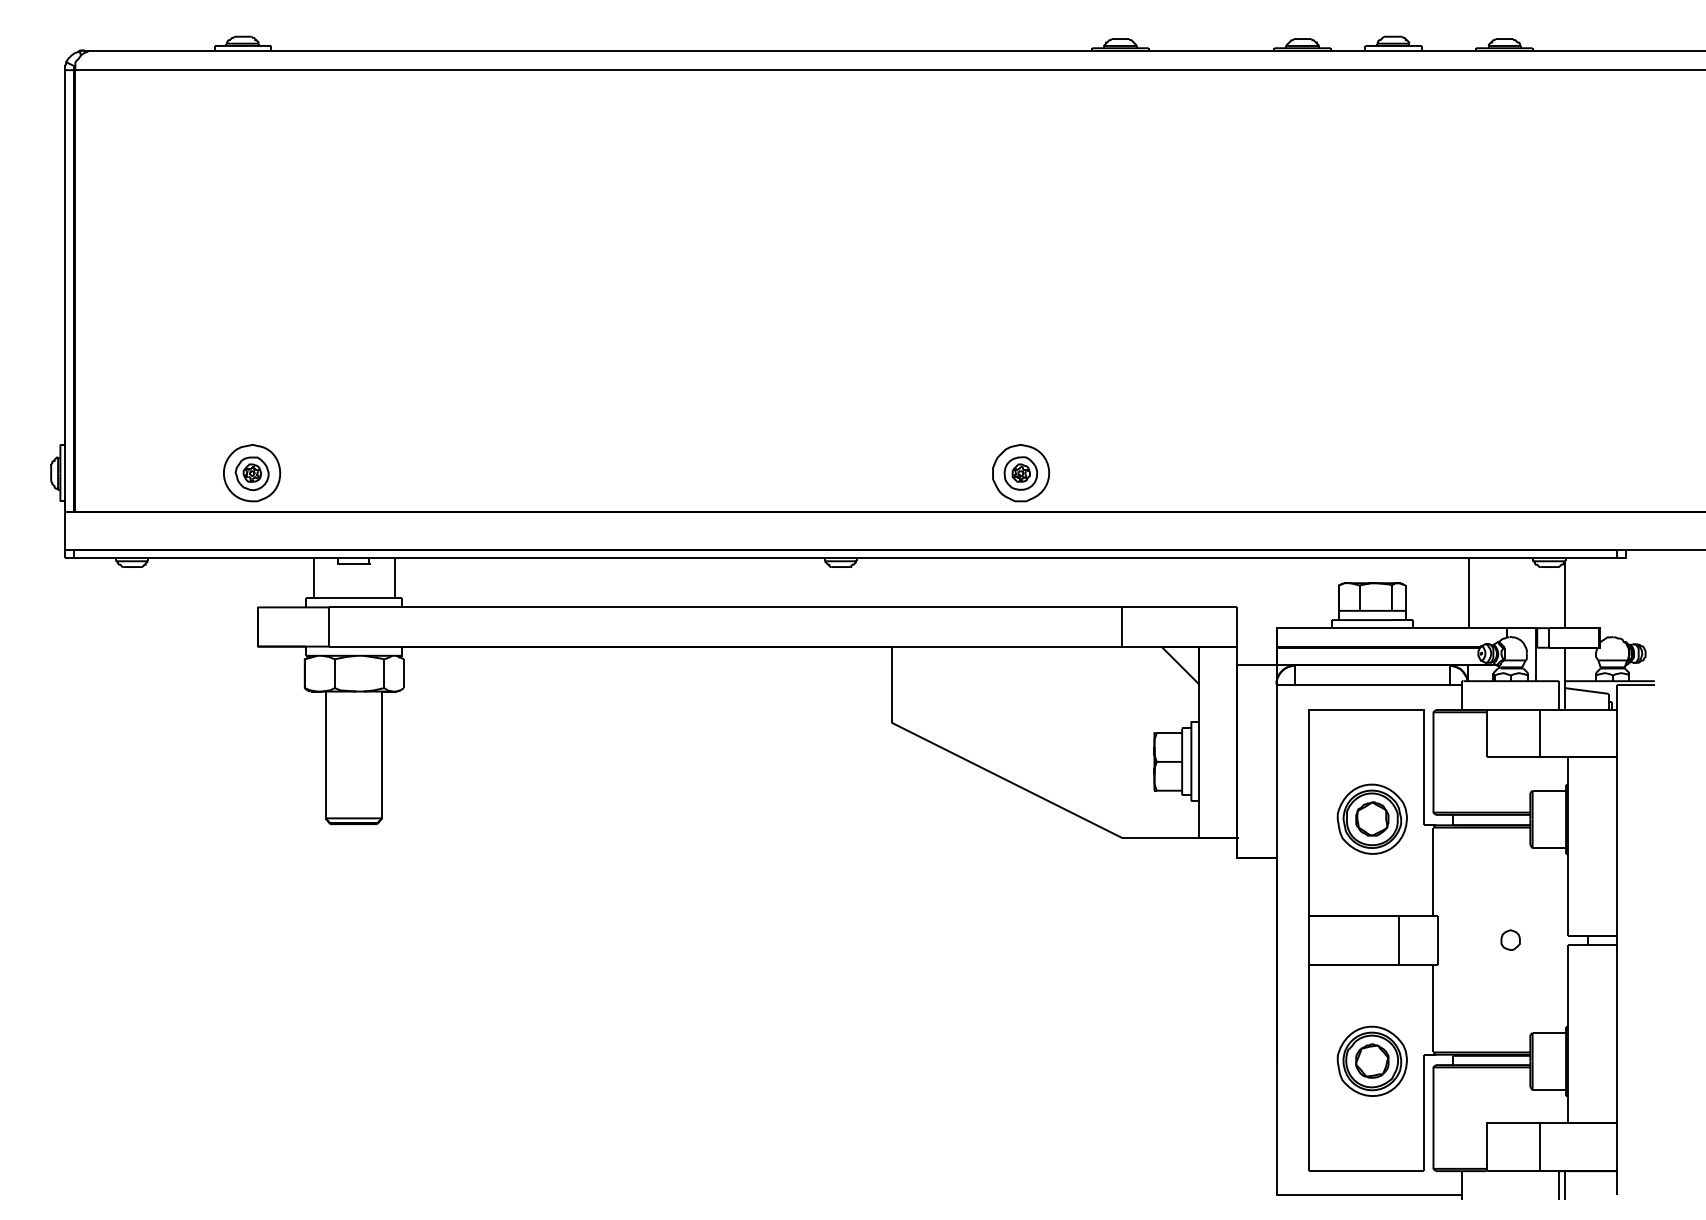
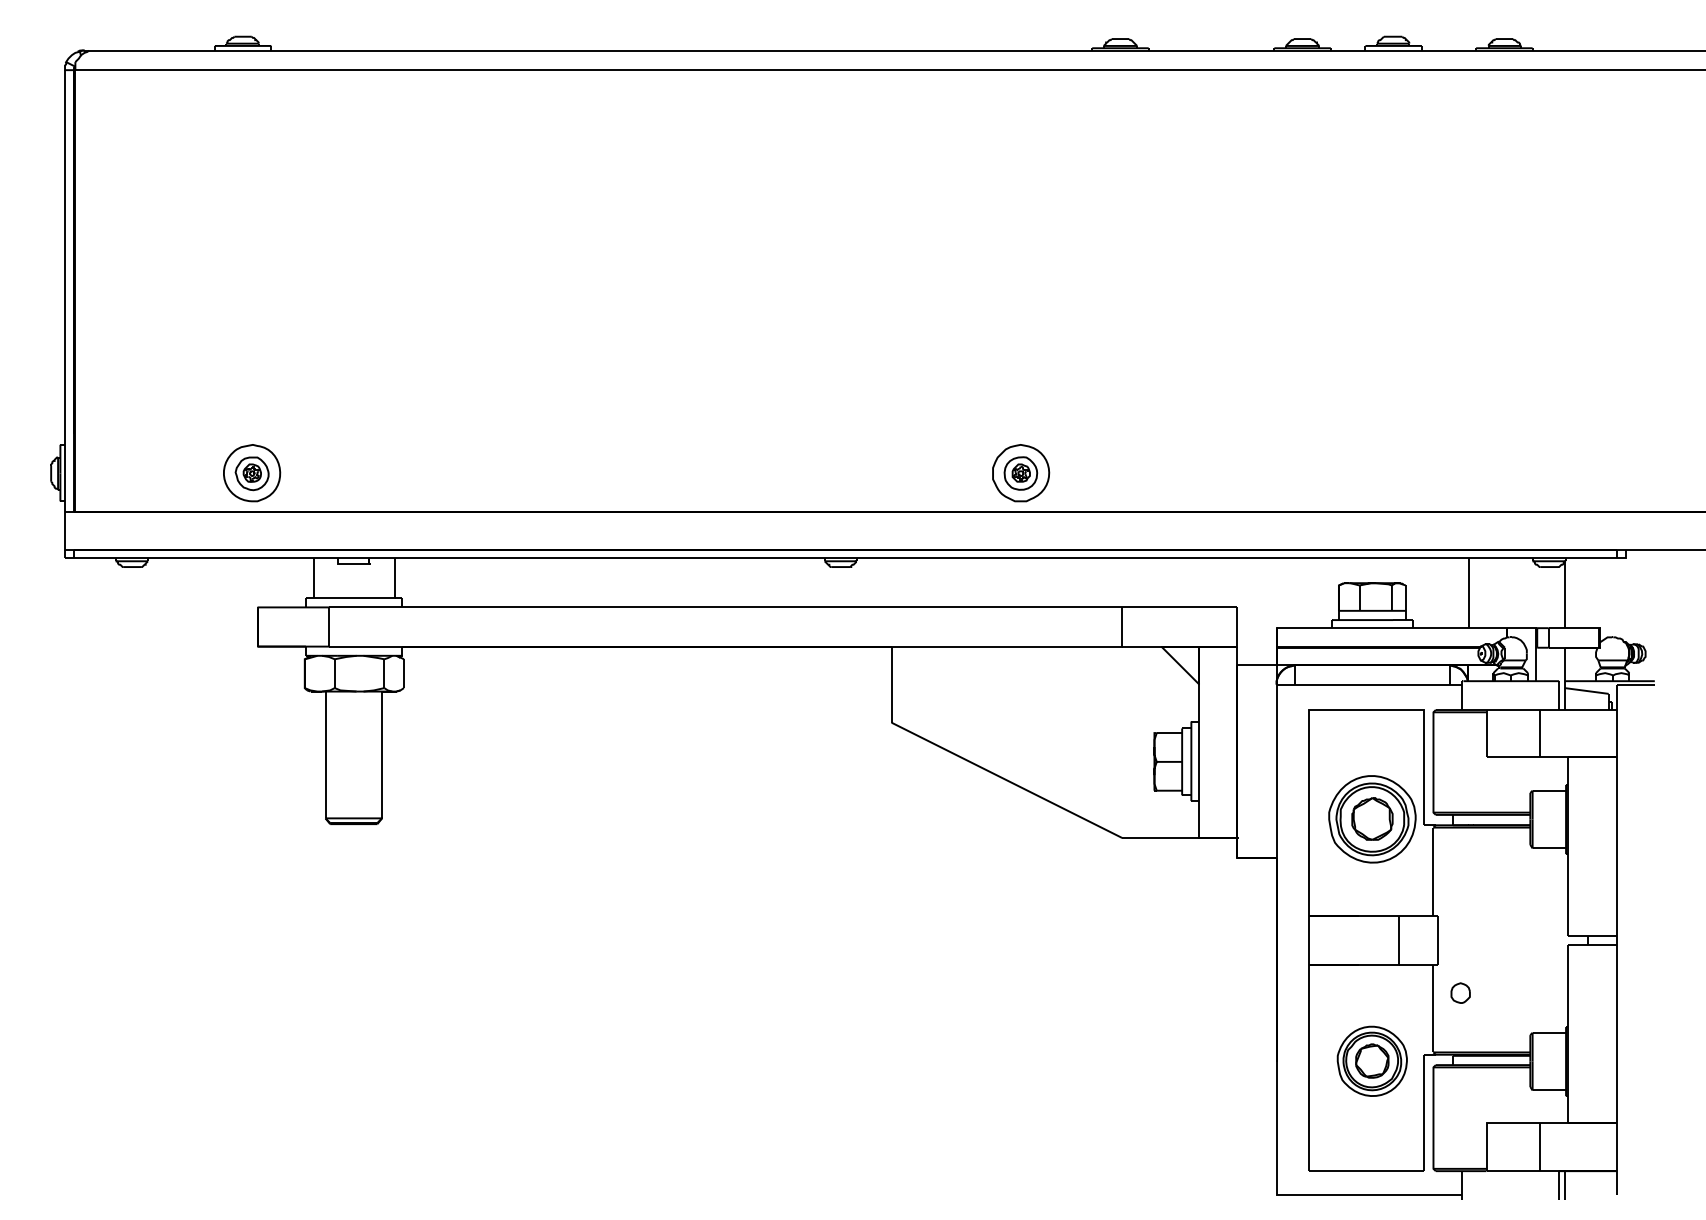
part at (1371, 818) size: 72x72 px -> 89x89 px
part at (1510, 939) position: (1510, 939) -> (1460, 992)
